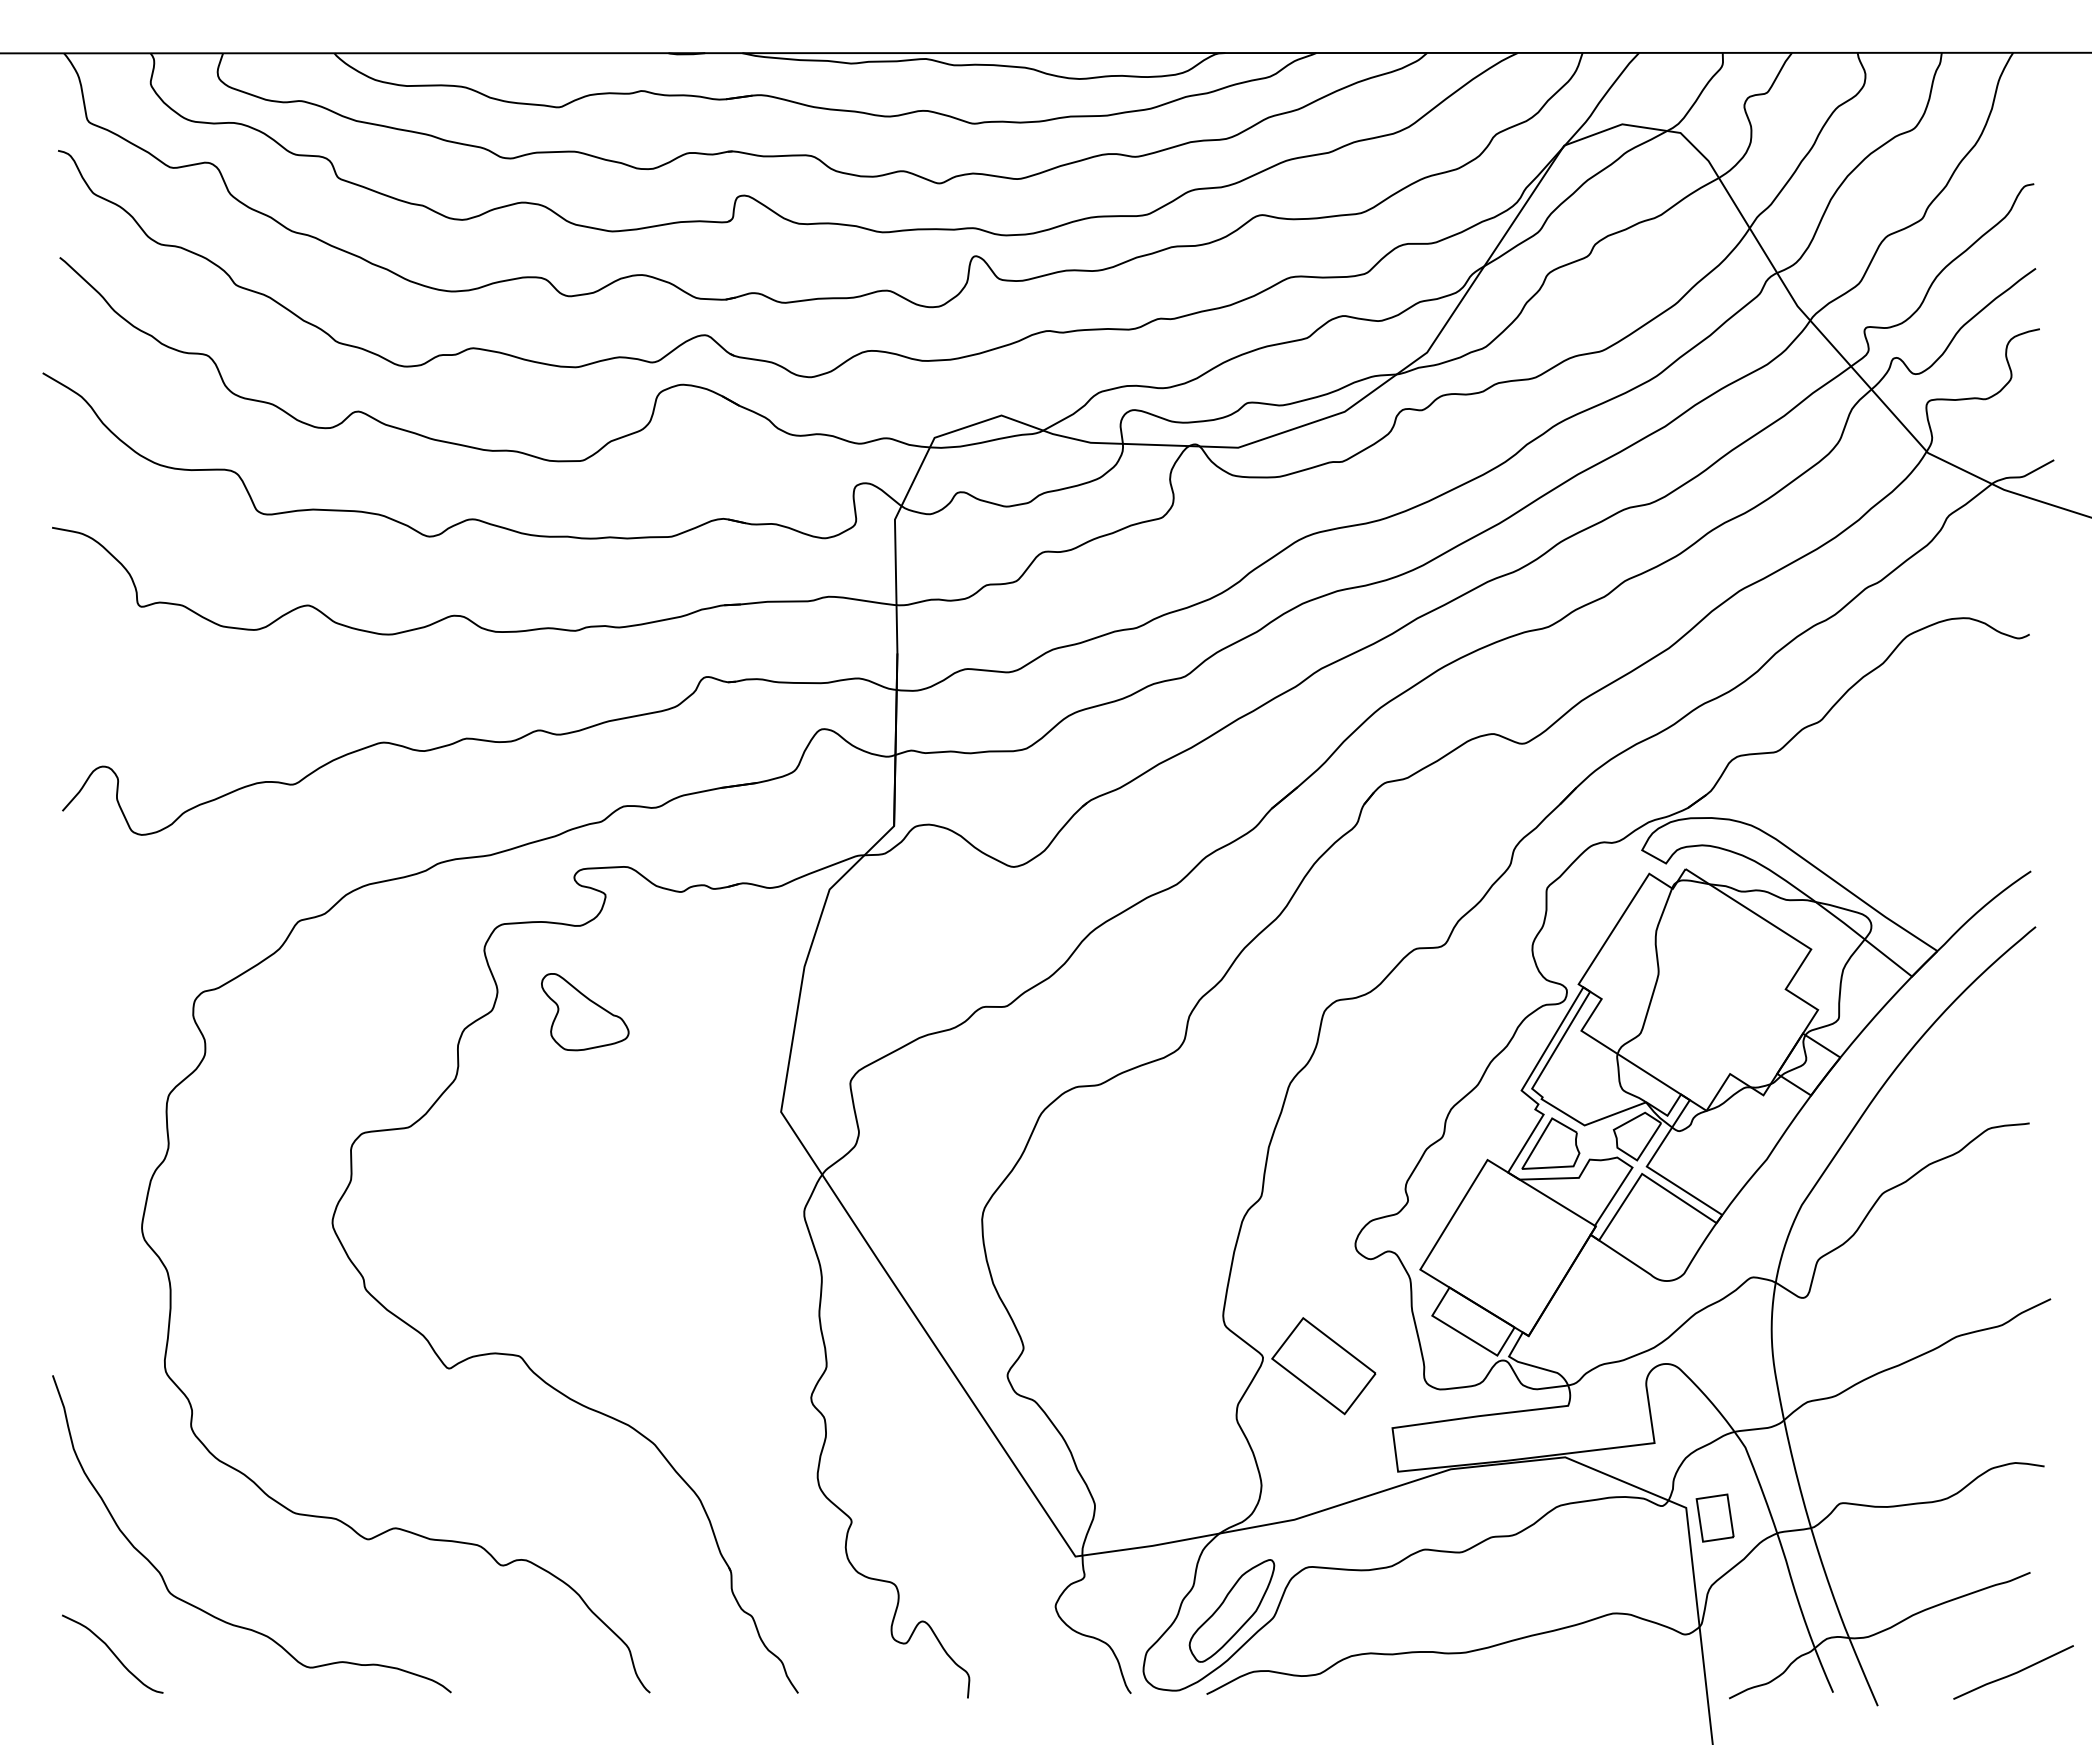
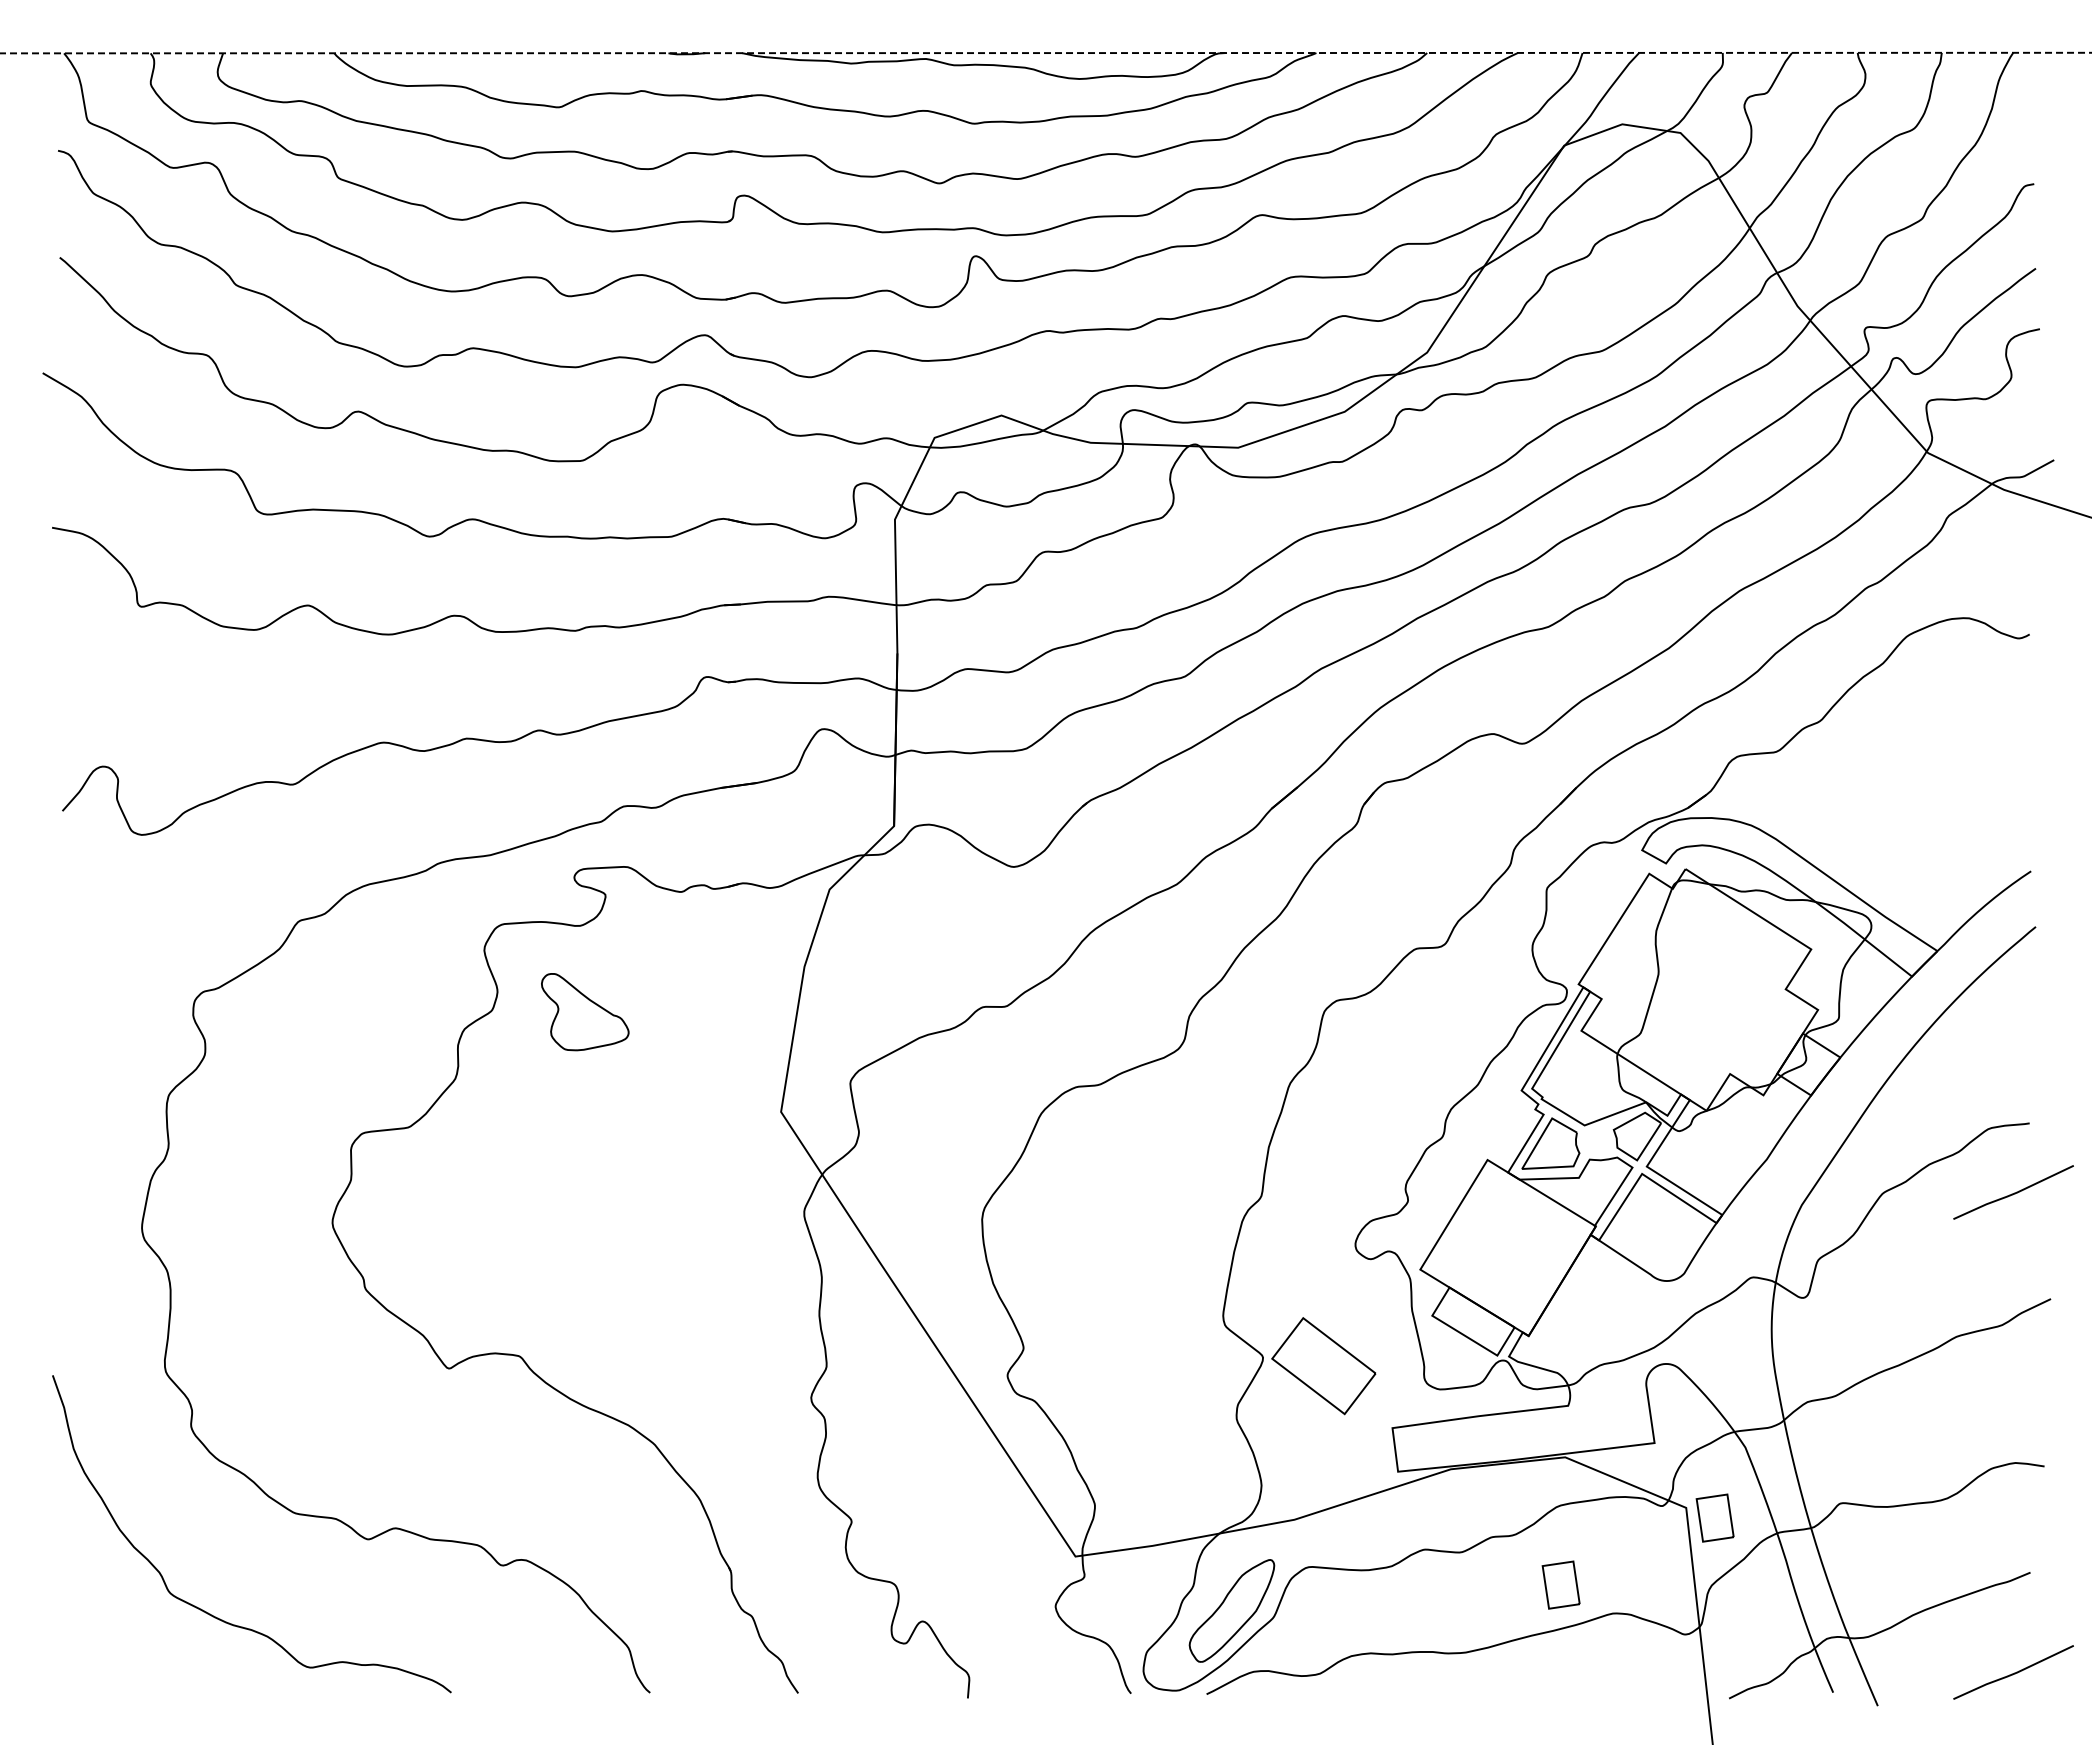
line at (1046, 53): solid -> dashed
line at (2014, 1192): none -> present
part at (1560, 1584): none -> present
curve at (112, 1653): present -> none
